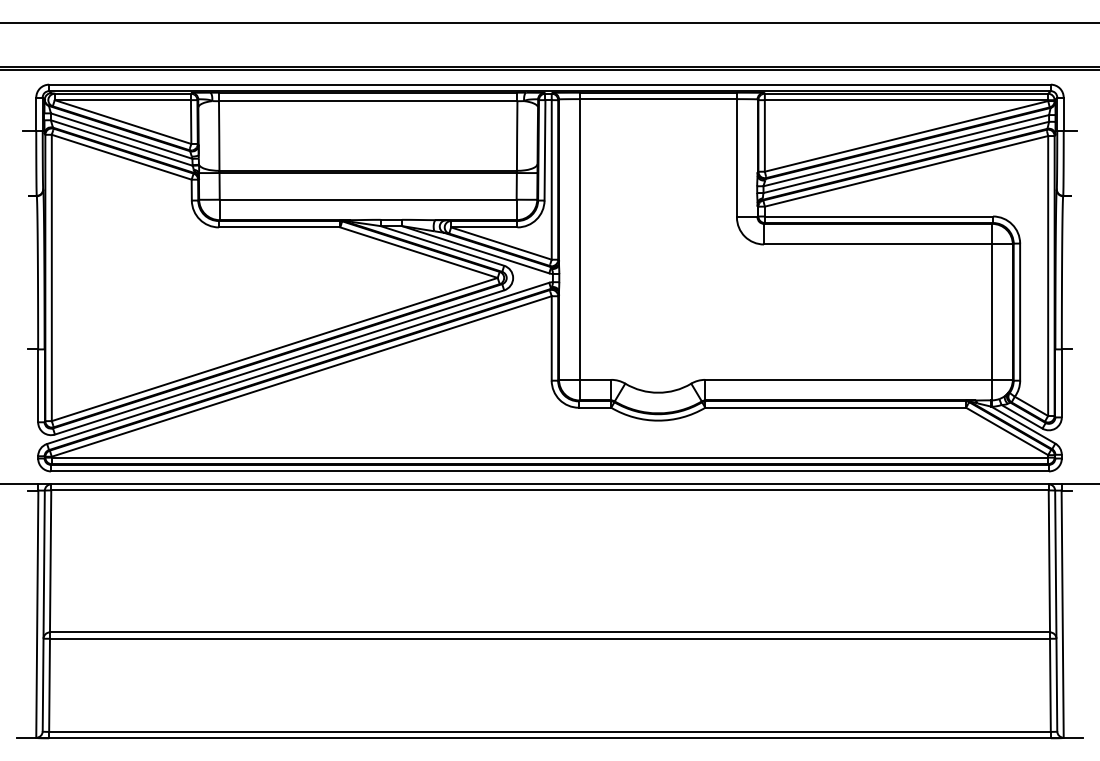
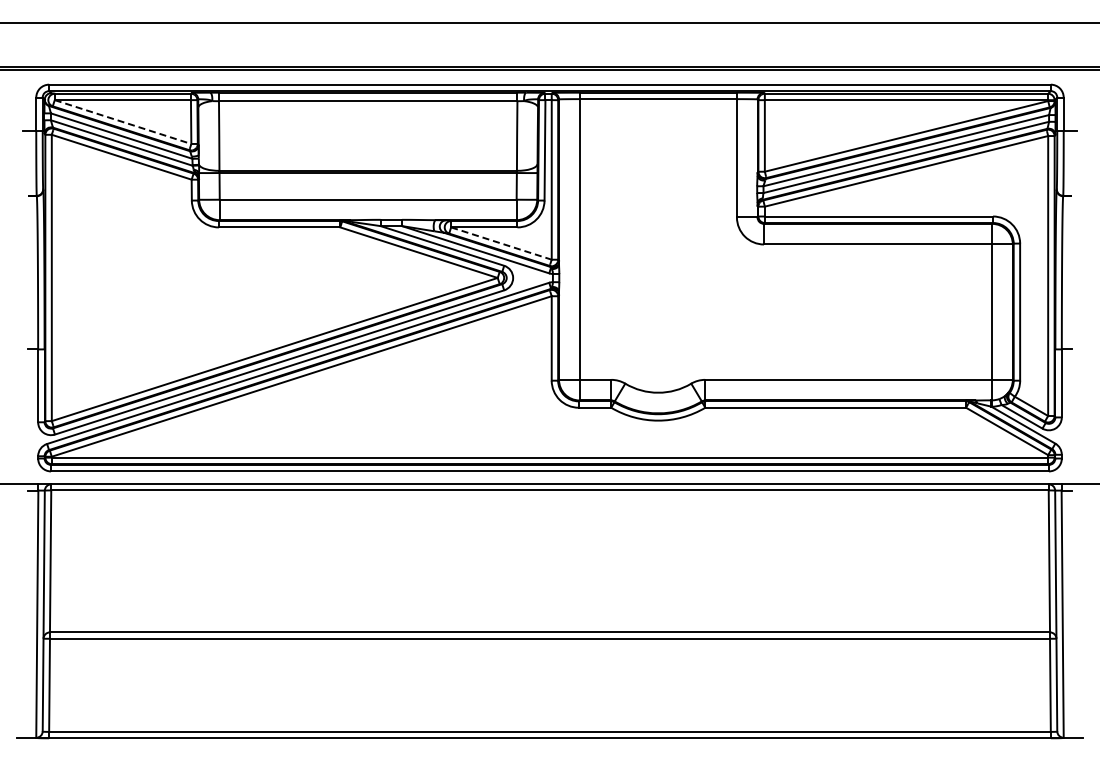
line at (123, 122): solid -> dashed
line at (501, 243): solid -> dashed
